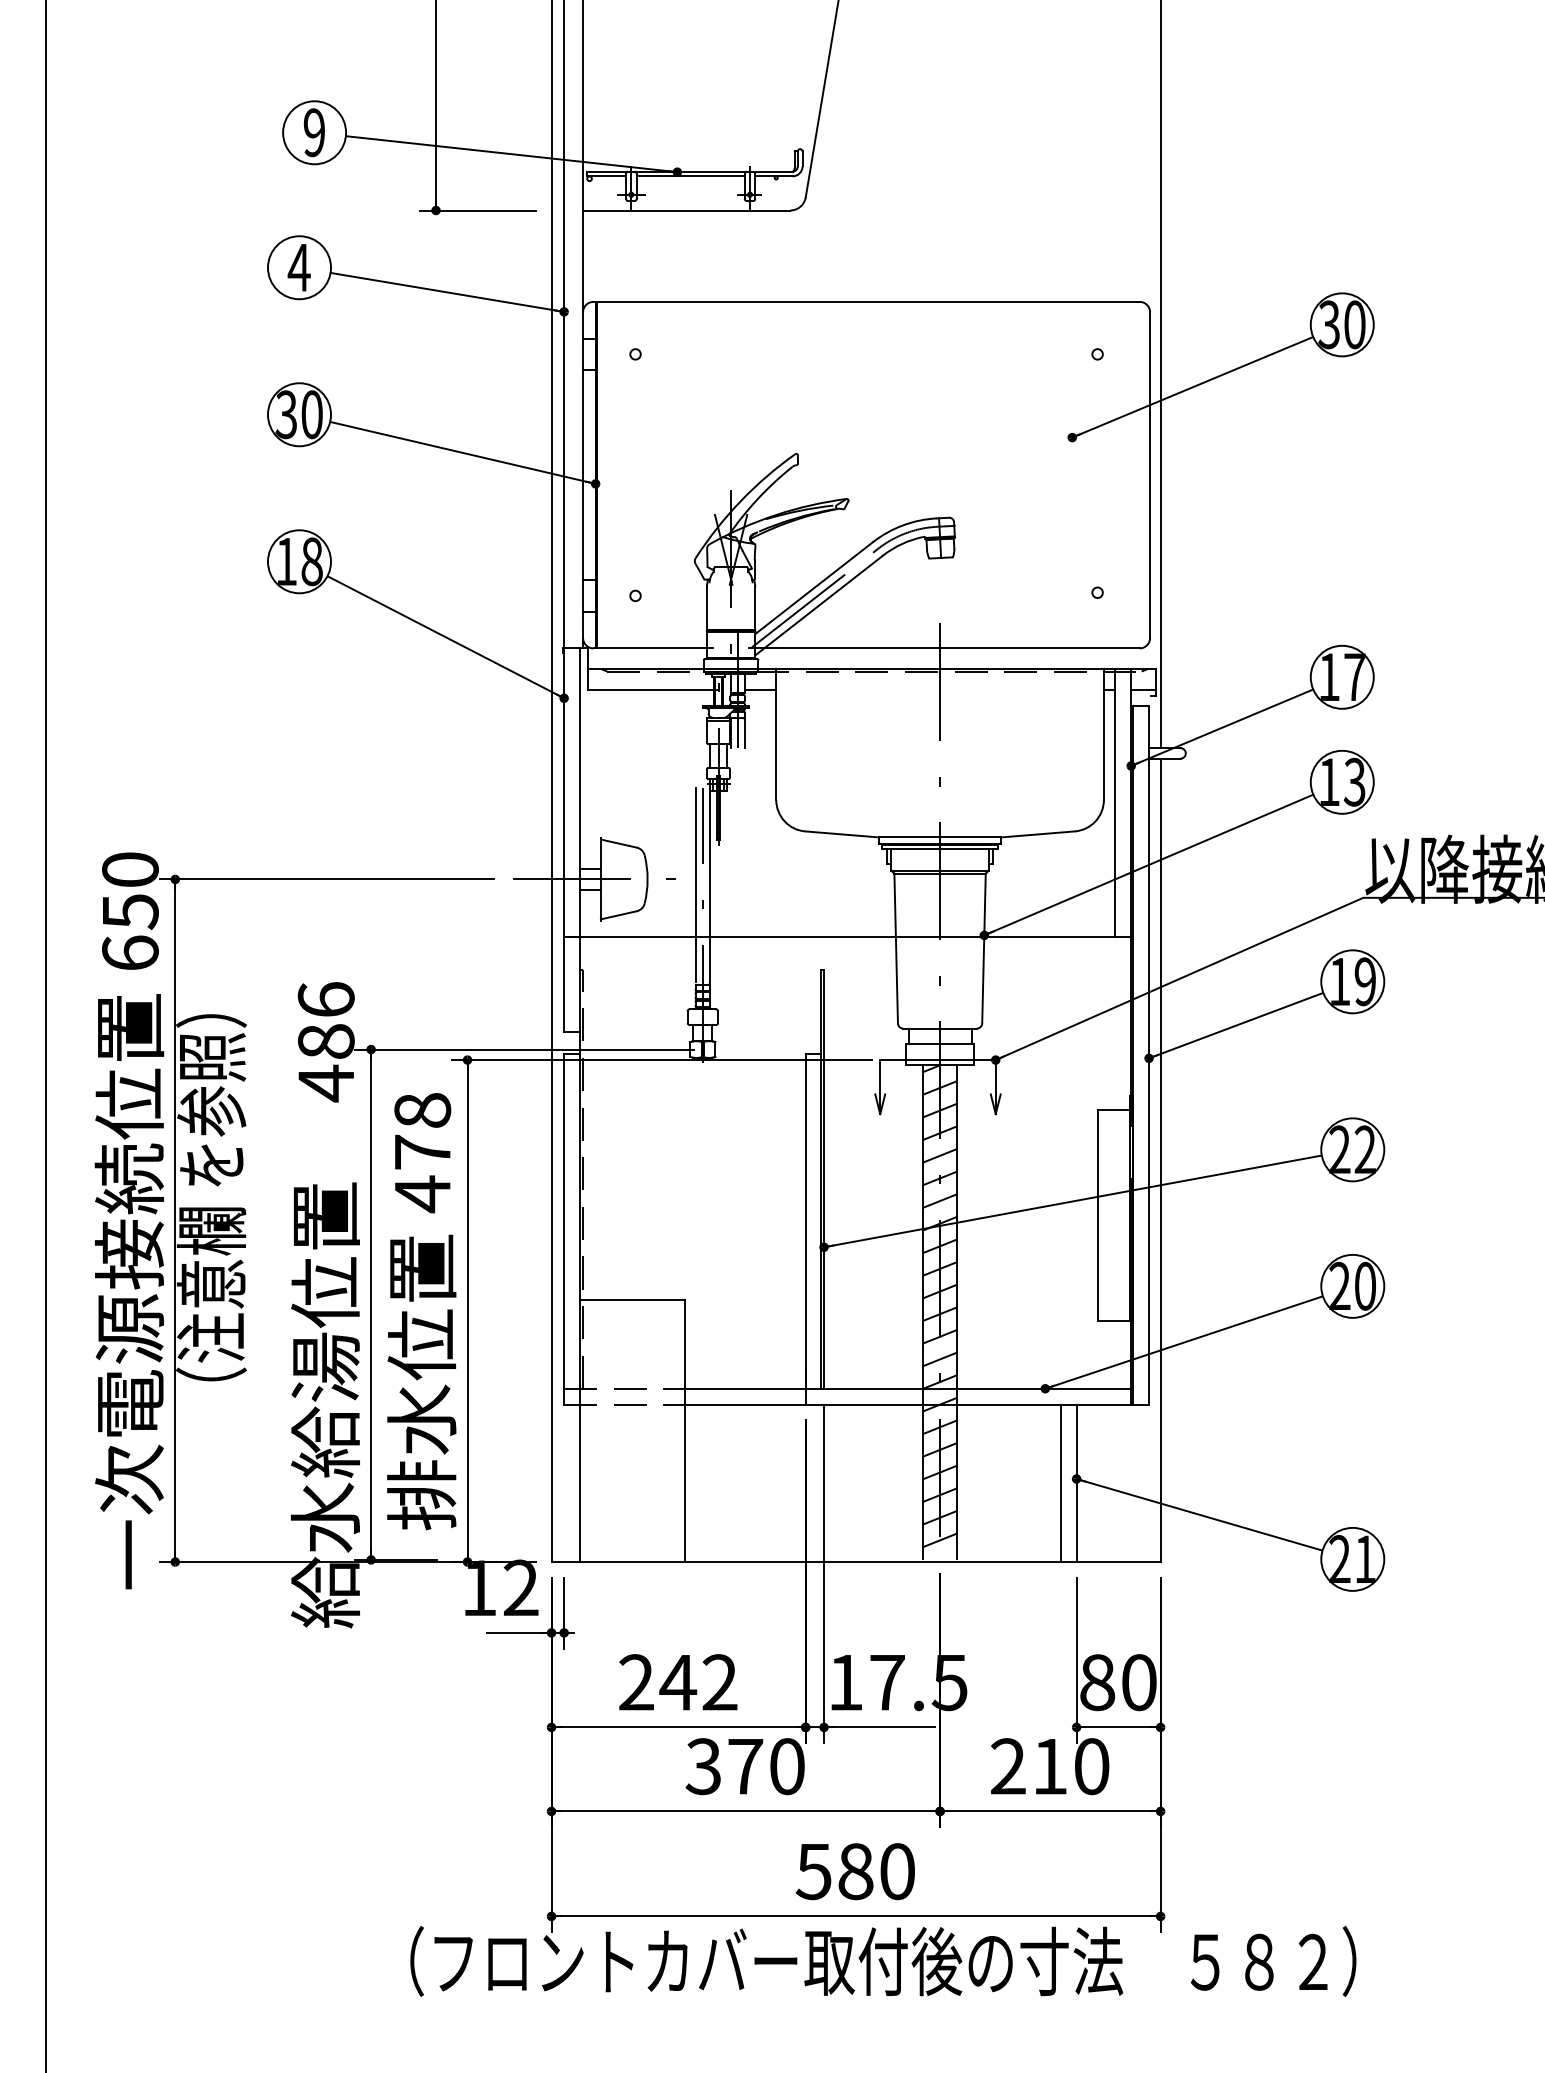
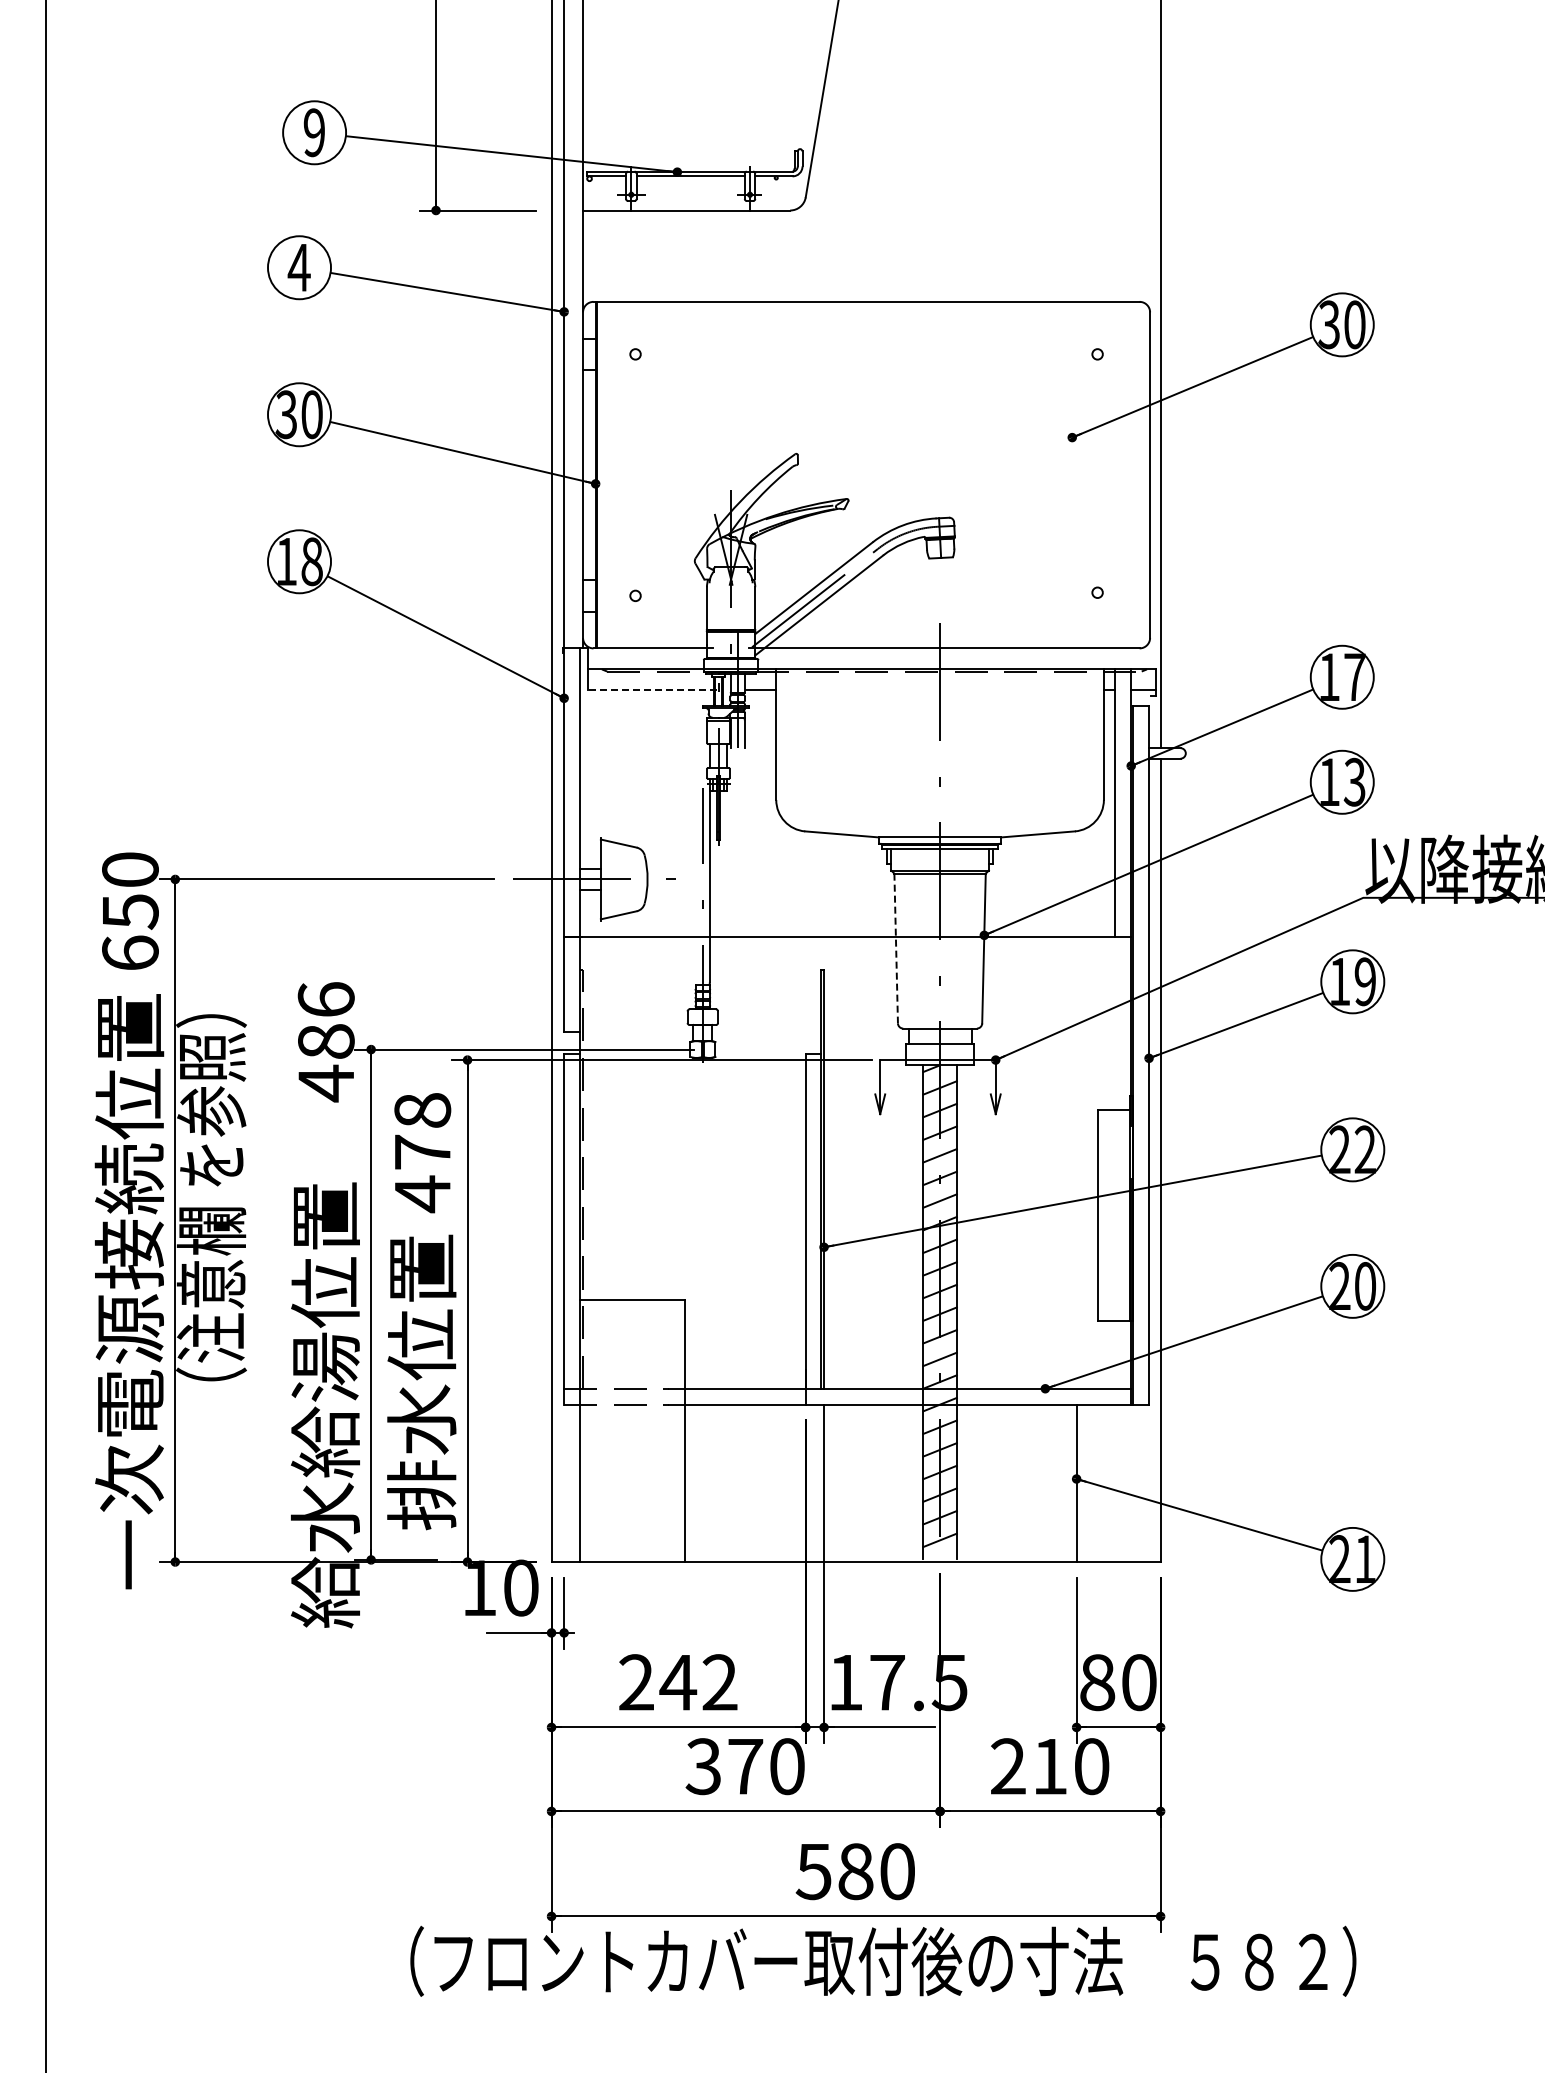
line at (651, 690): solid -> dashed
line at (695, 884): present -> none
line at (896, 948): solid -> dashed
line at (1060, 1483): present -> none
text at (520, 1587): 12 -> 10
